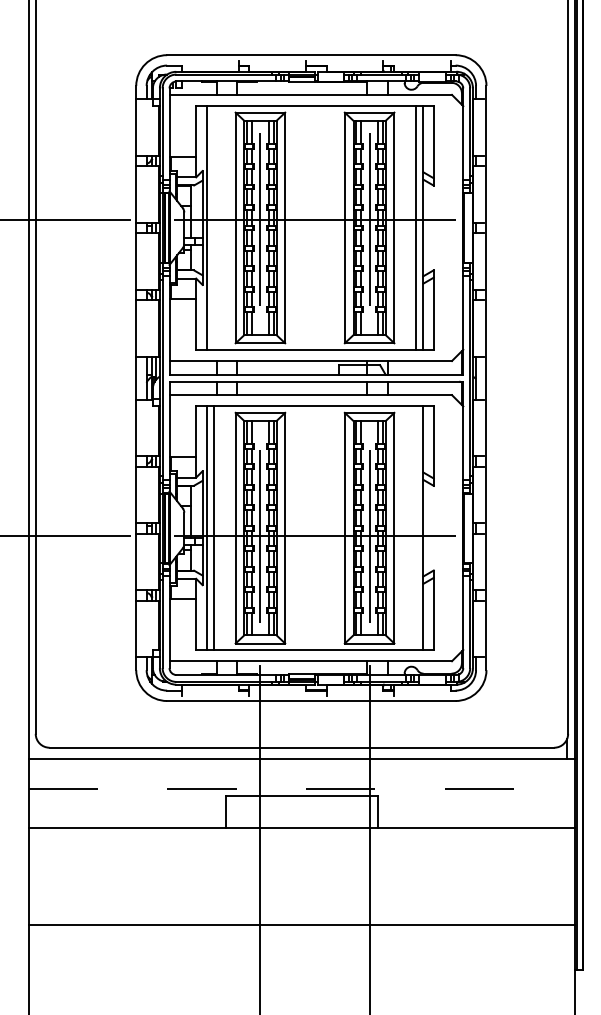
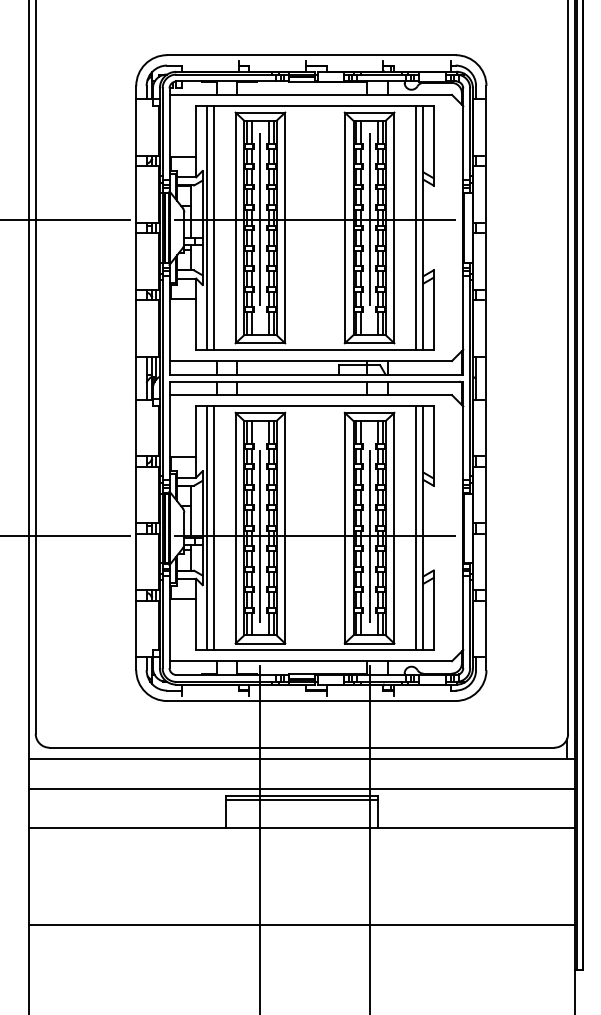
line at (213, 227): none -> present
line at (416, 528): none -> present
line at (302, 788): dashed -> solid
line at (301, 800): none -> present
